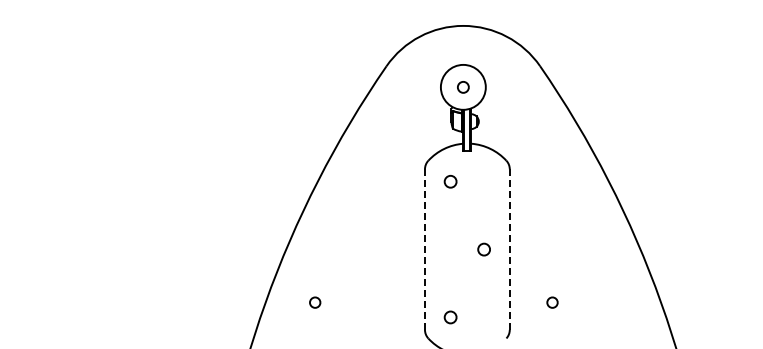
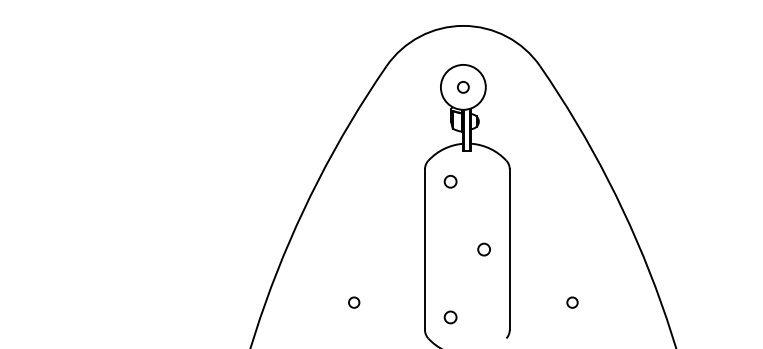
line at (509, 249): dashed -> solid
line at (424, 250): dashed -> solid
circle at (315, 302) position: (315, 302) -> (354, 302)
circle at (552, 302) position: (552, 302) -> (572, 302)
